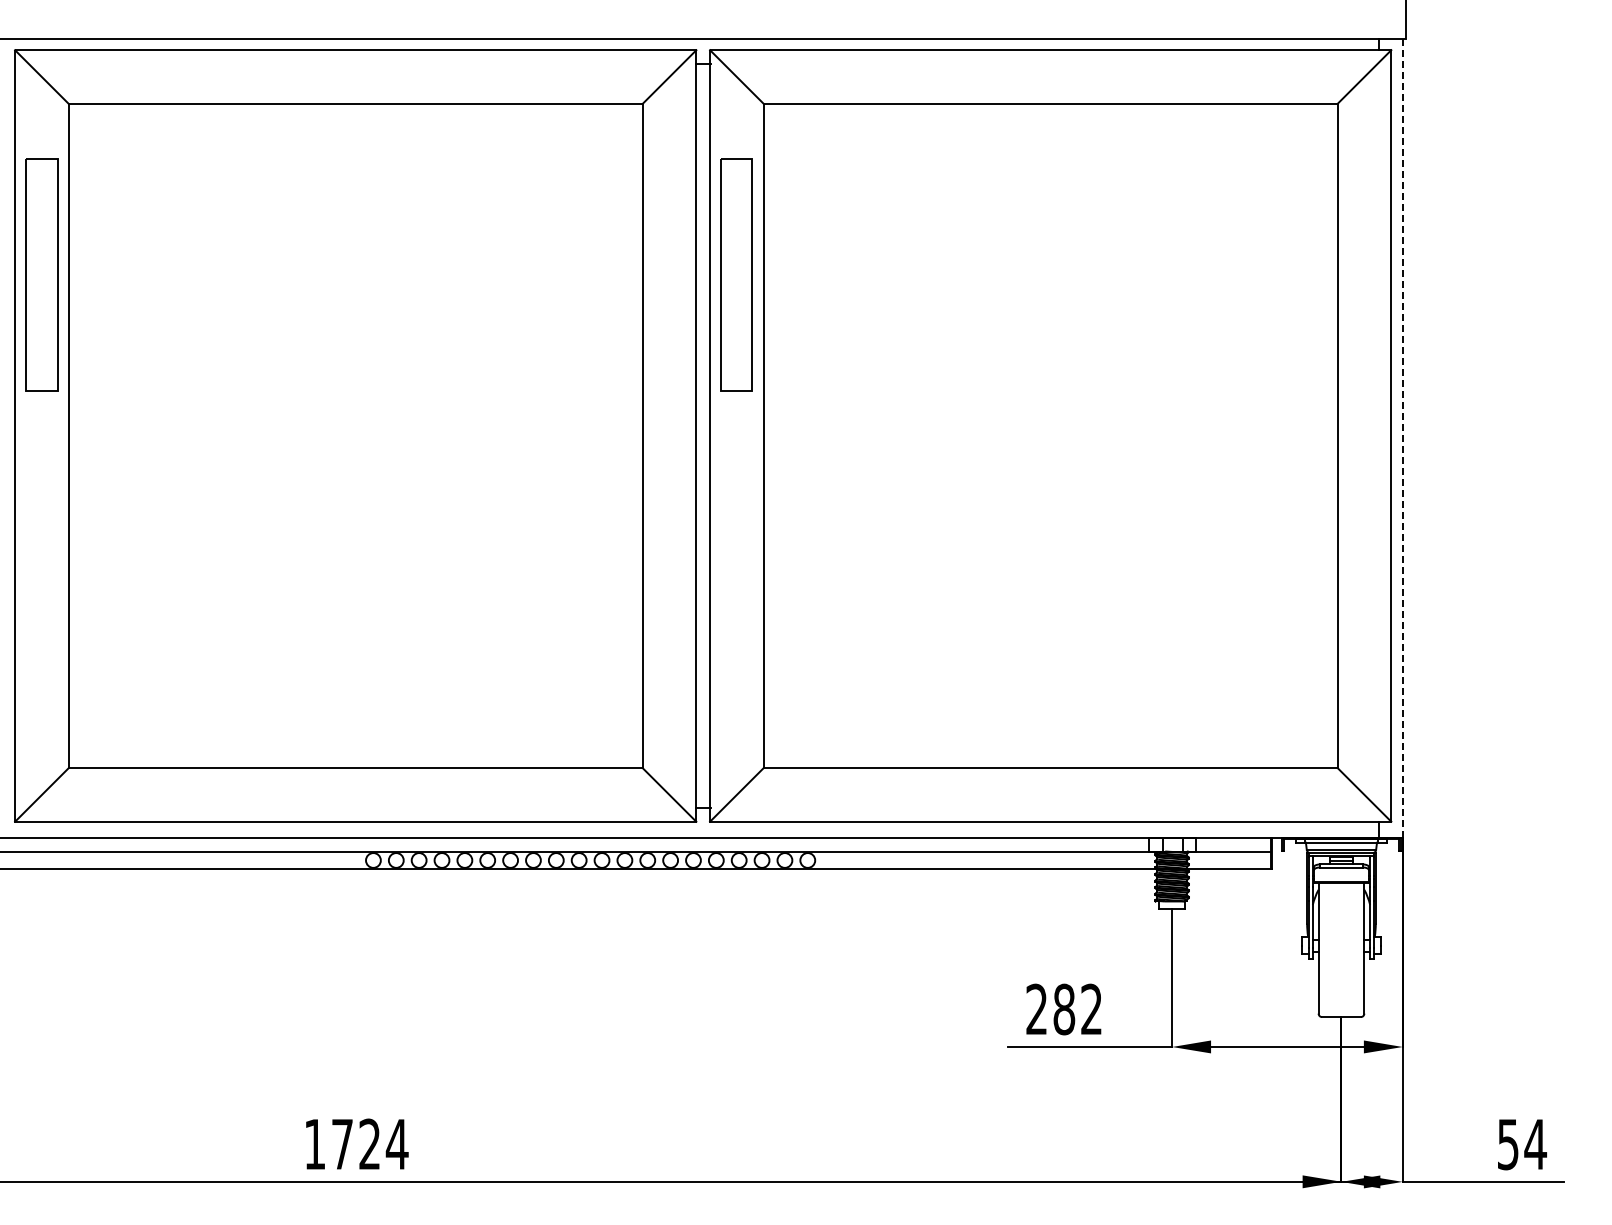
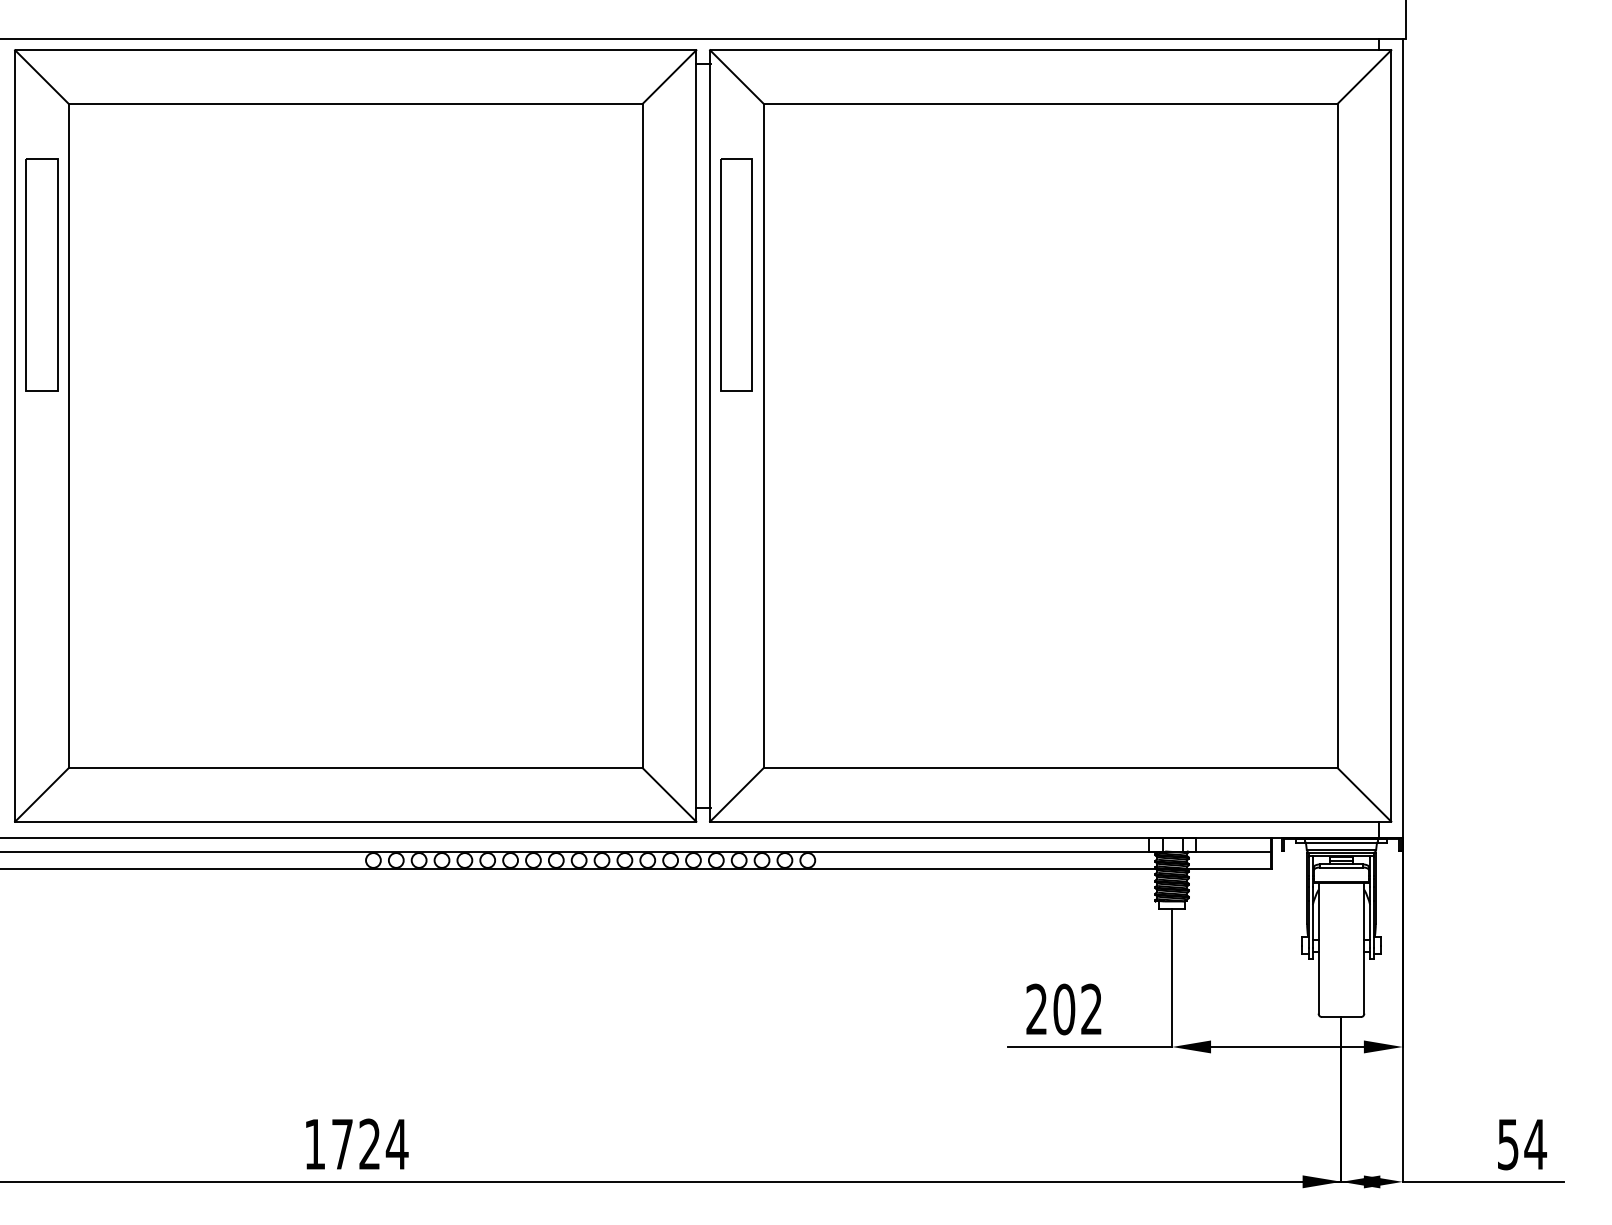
line at (1402, 438): dashed -> solid
text at (1064, 1009): 282 -> 202
